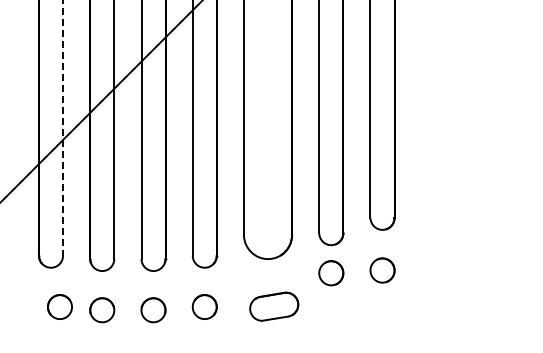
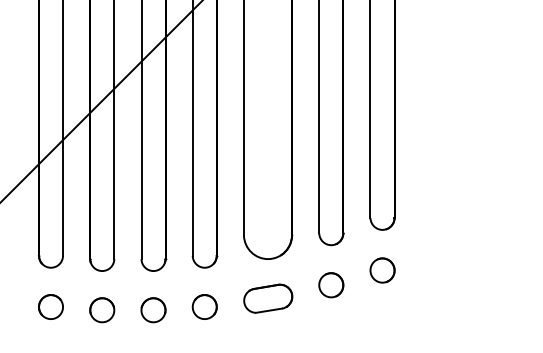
line at (63, 128): dashed -> solid
part at (331, 273) position: (331, 273) -> (331, 285)
part at (59, 306) position: (59, 306) -> (50, 306)
part at (274, 306) position: (274, 306) -> (268, 298)
